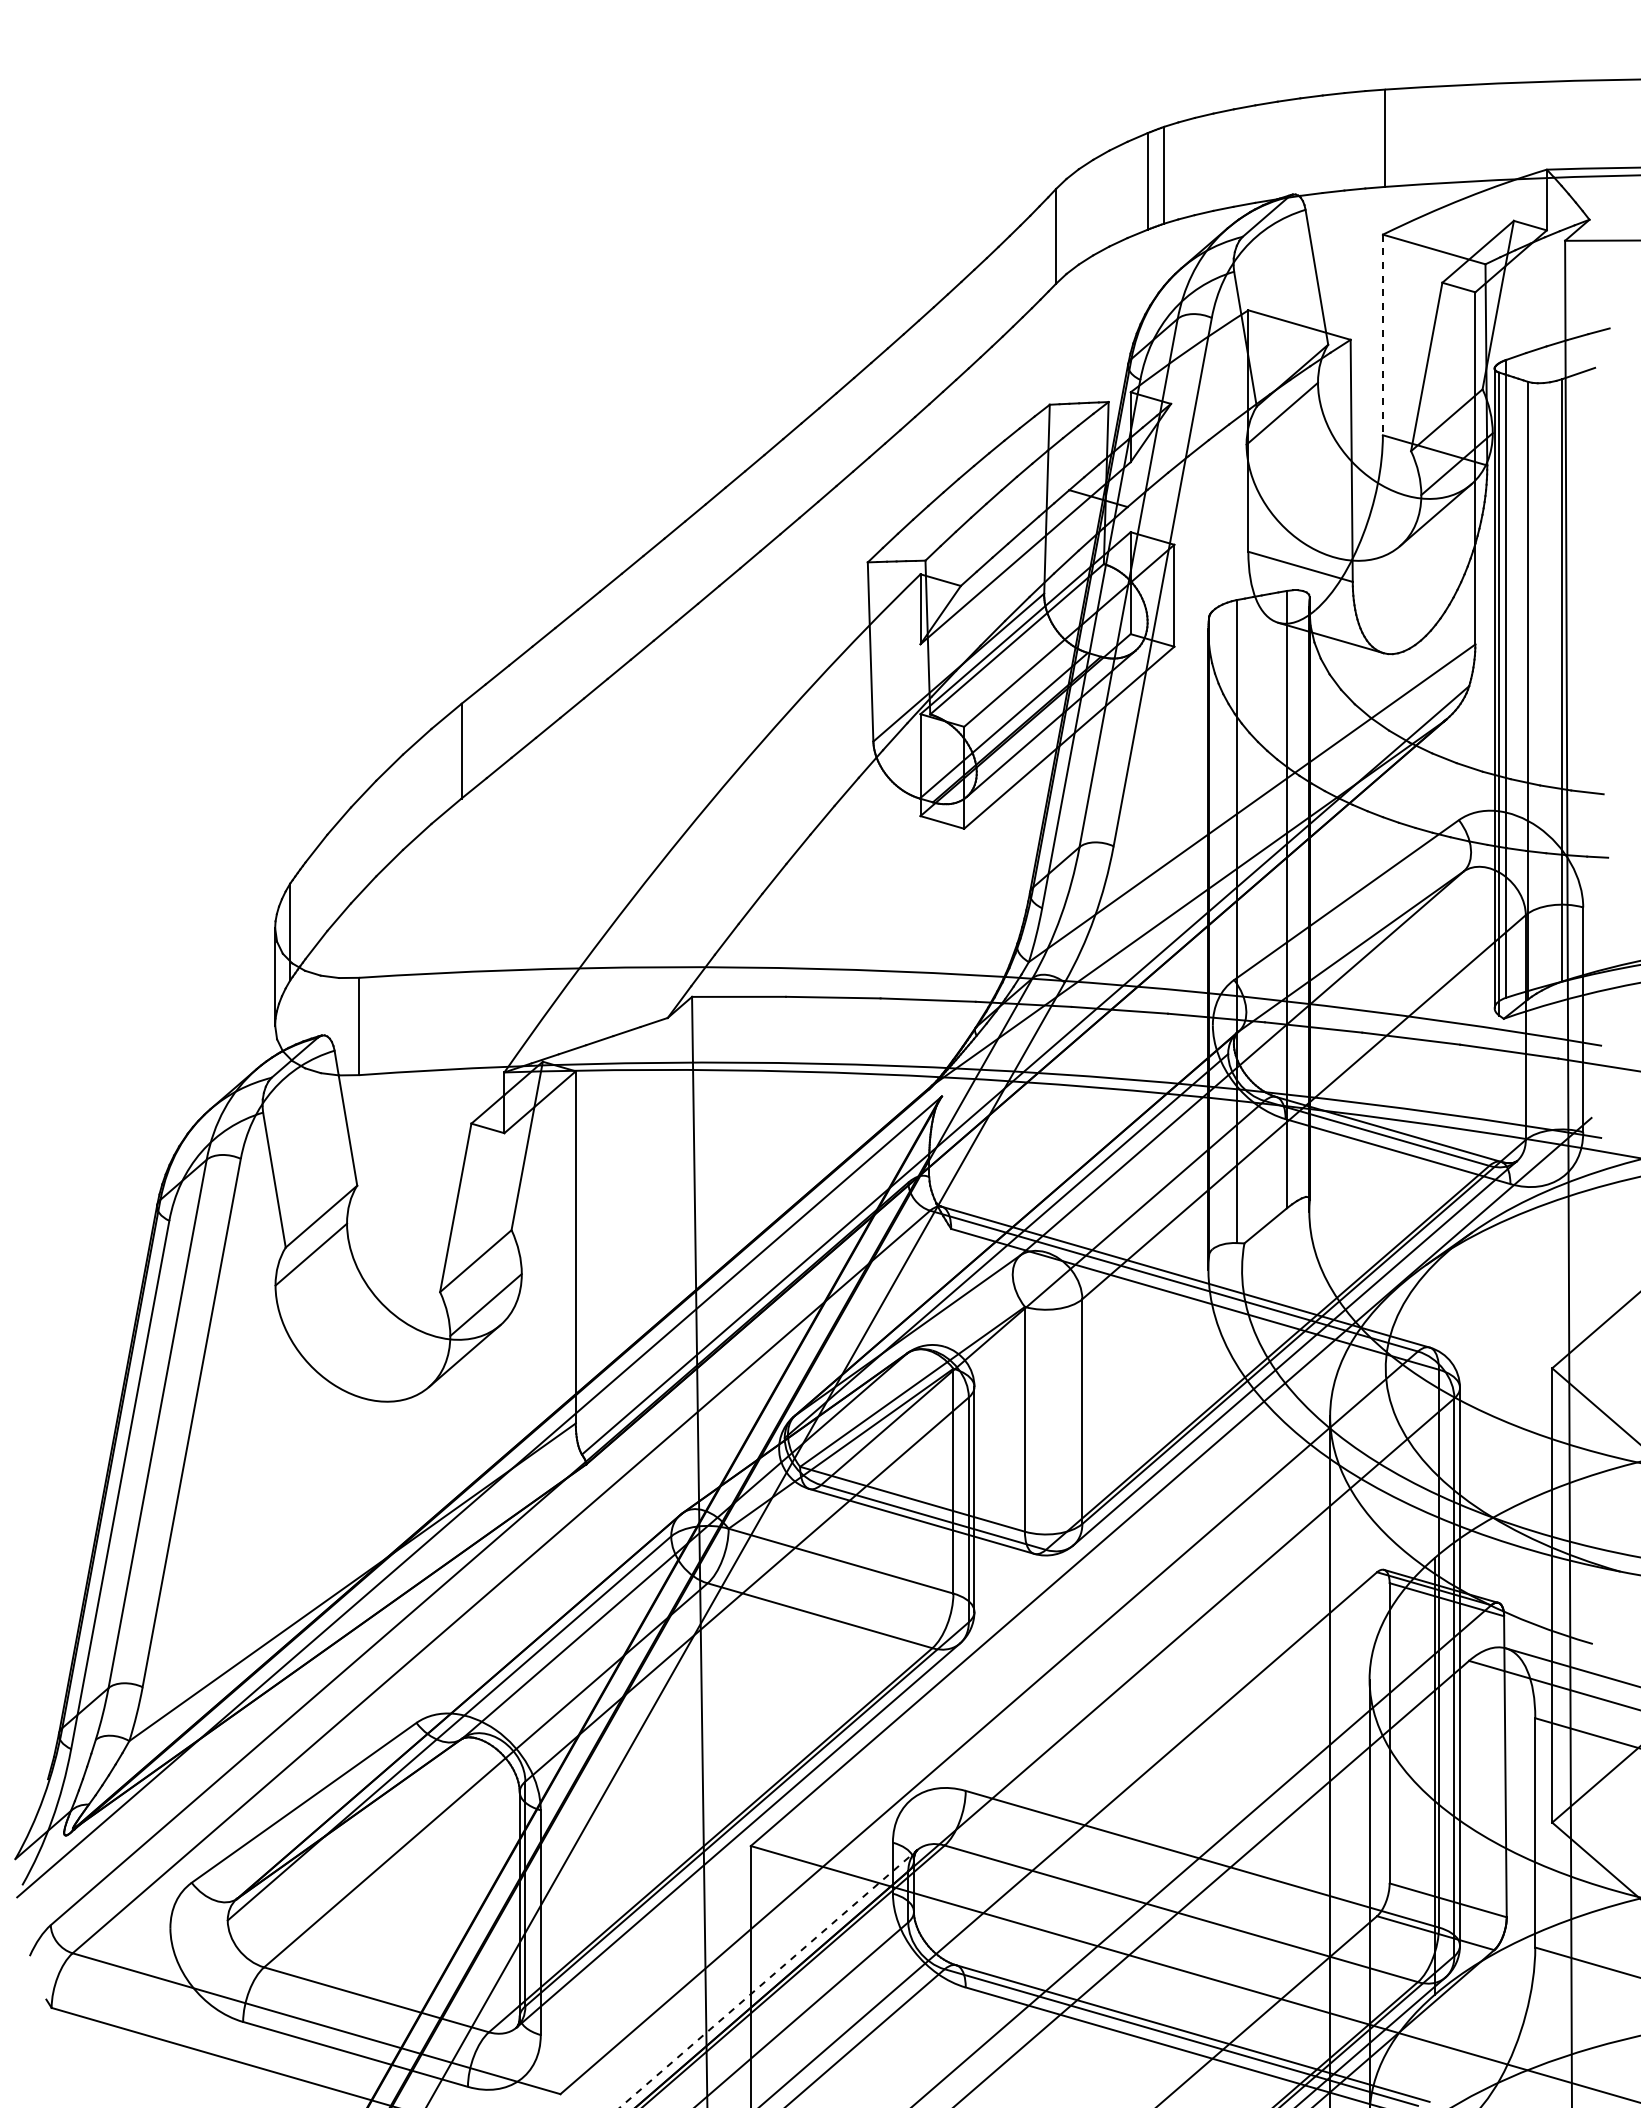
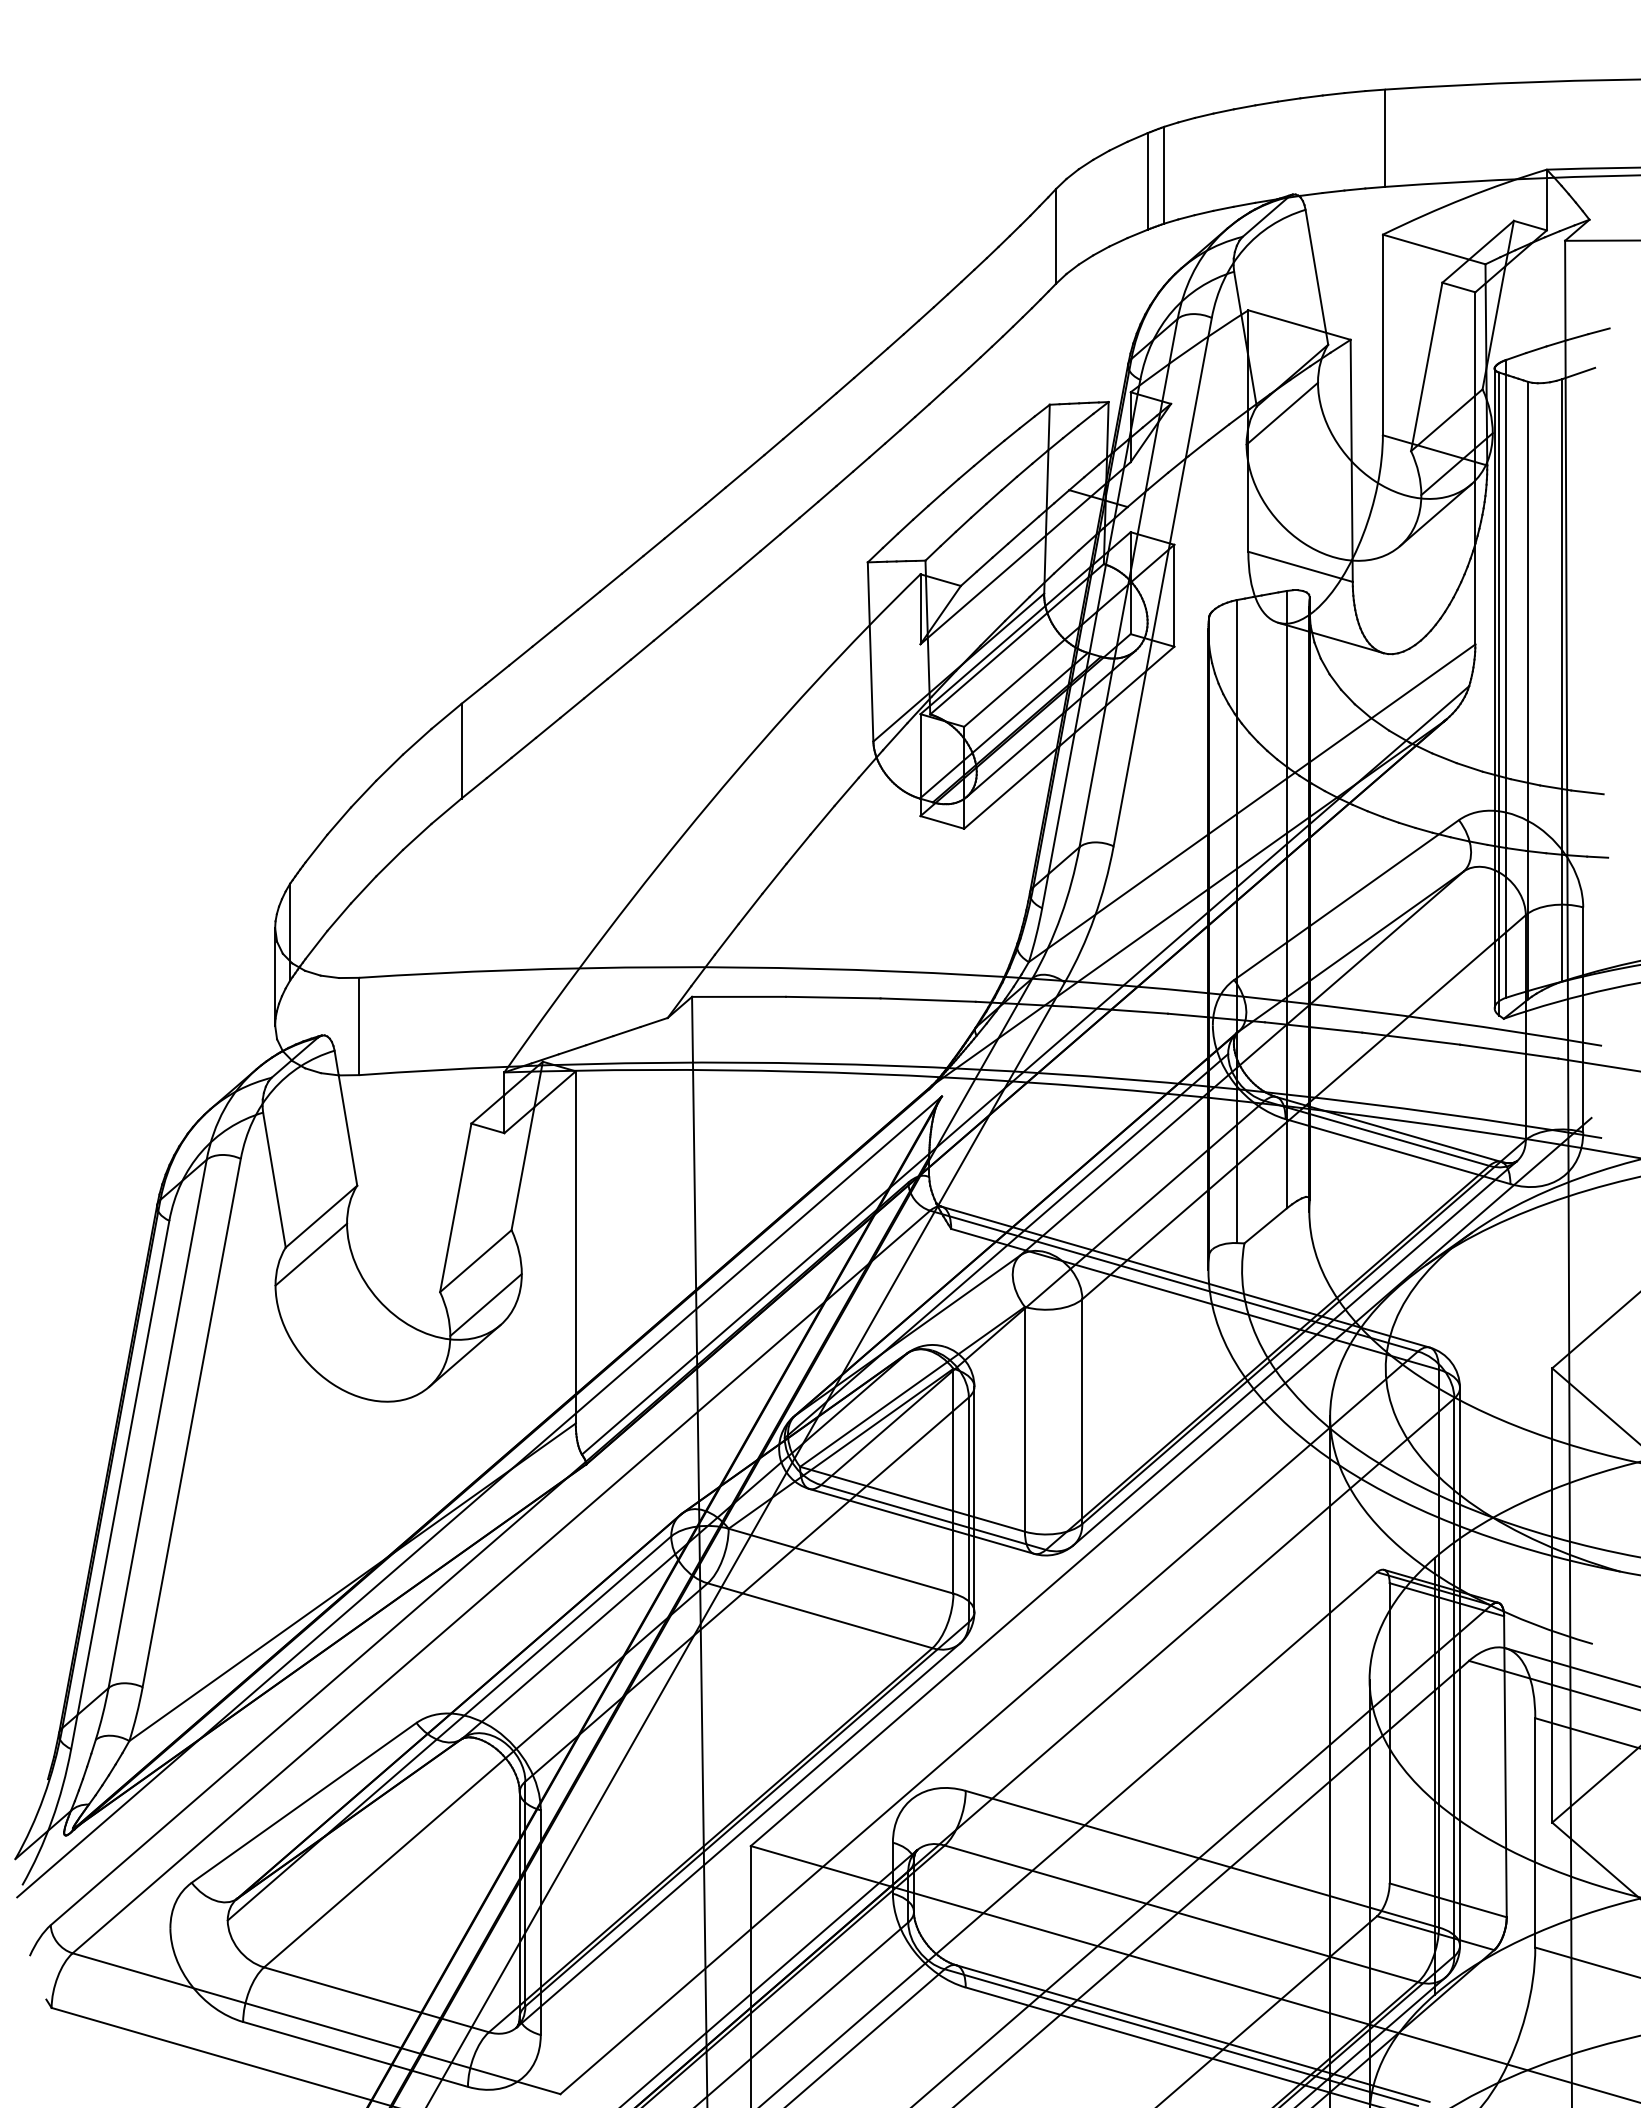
line at (1382, 335): dashed -> solid
line at (768, 1979): dashed -> solid
